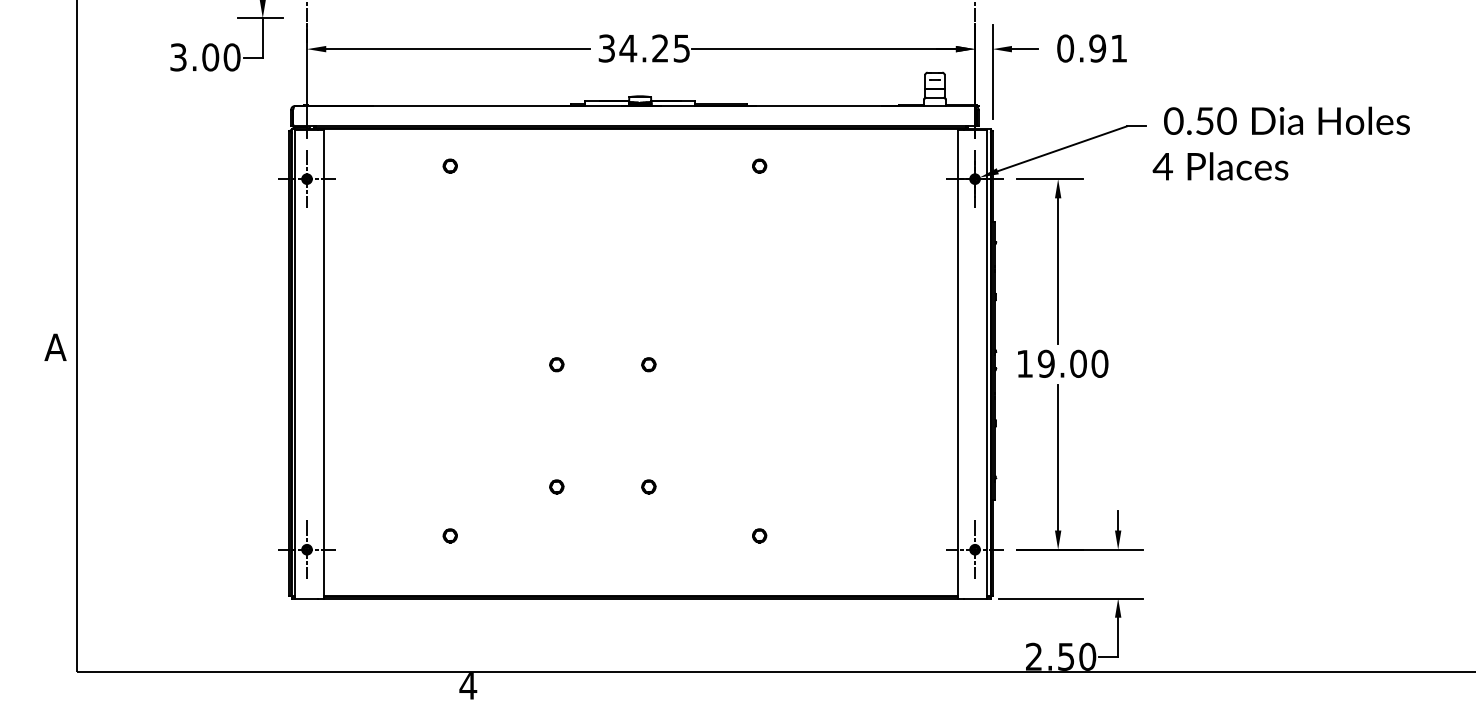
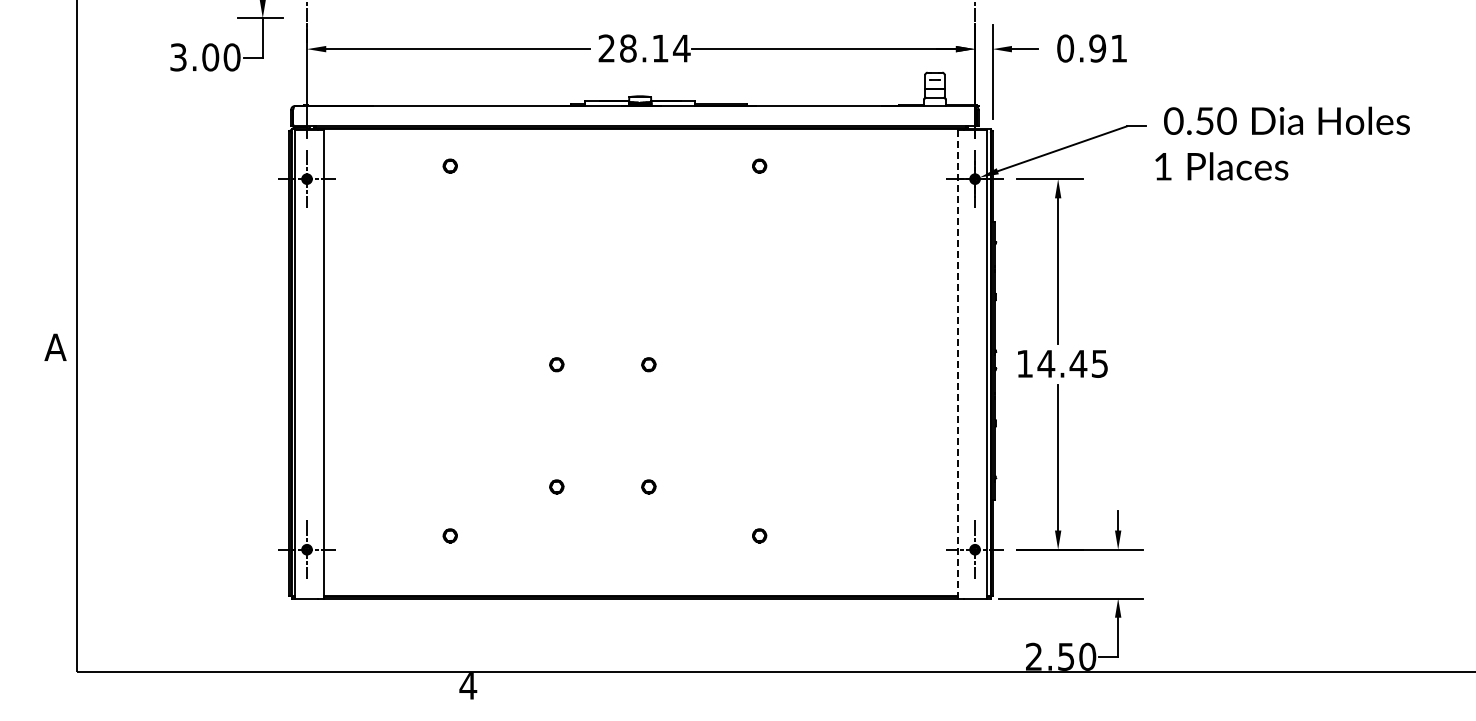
text at (644, 48): 34.25 -> 28.14
text at (1162, 166): 4 -> 1
text at (1072, 363): 19.00 -> 14.45
line at (957, 364): solid -> dashed
